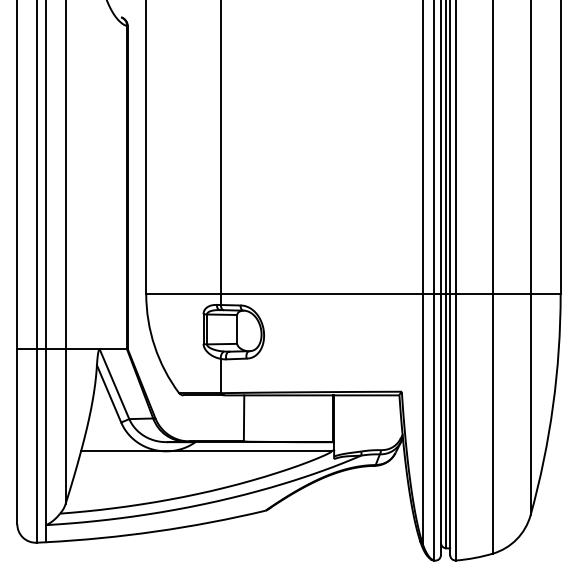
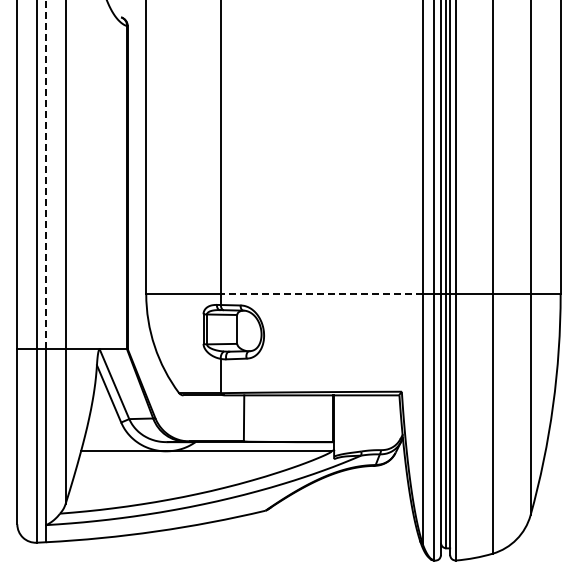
line at (46, 174): solid -> dashed
line at (321, 294): solid -> dashed
